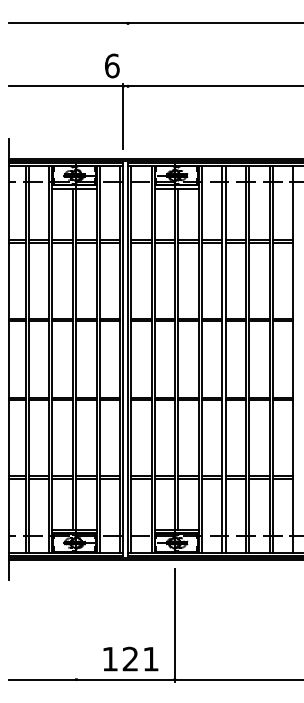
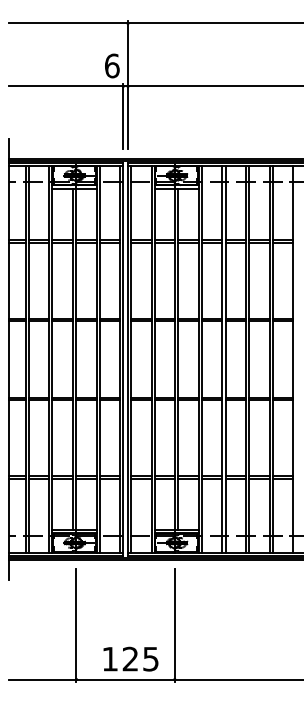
line at (128, 85): none -> present
line at (76, 625): none -> present
text at (150, 659): 121 -> 125
